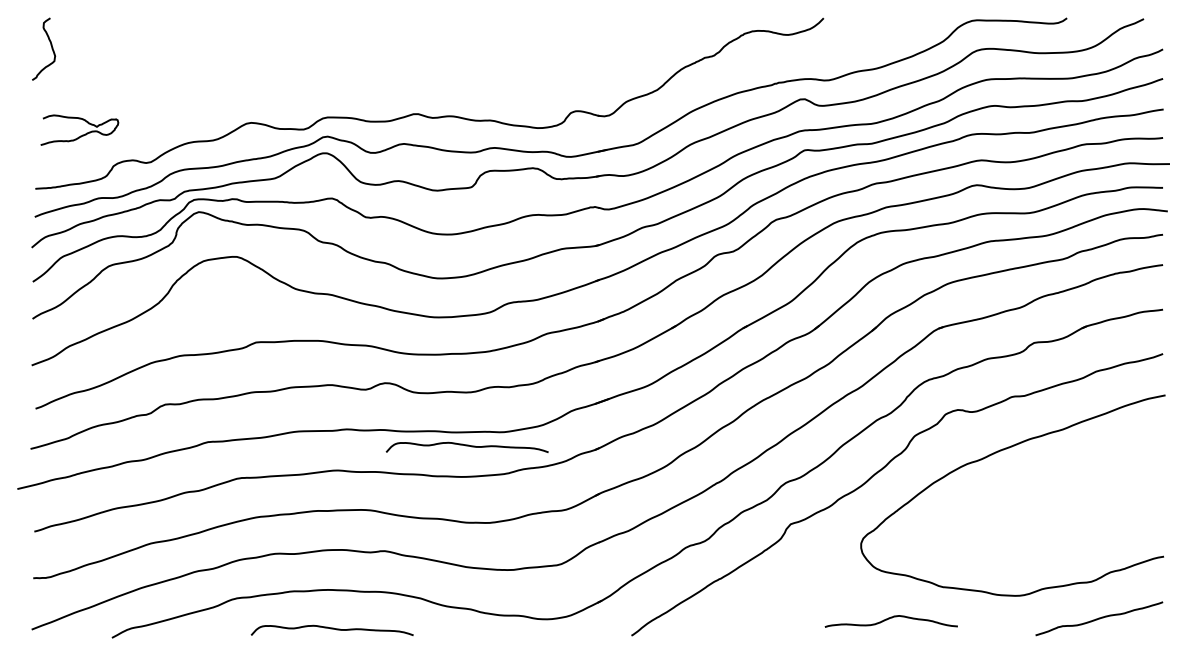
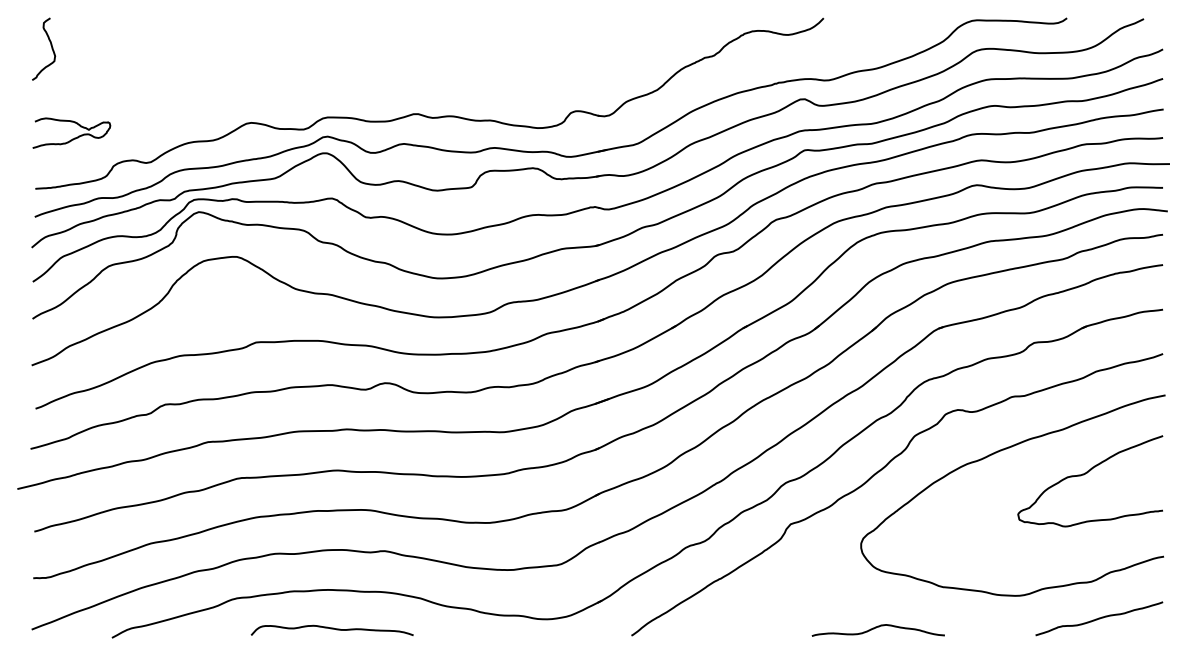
curve at (82, 134) position: (82, 134) -> (74, 137)
curve at (466, 446): present -> none
curve at (1087, 473): none -> present
curve at (889, 619) position: (889, 619) -> (876, 628)
